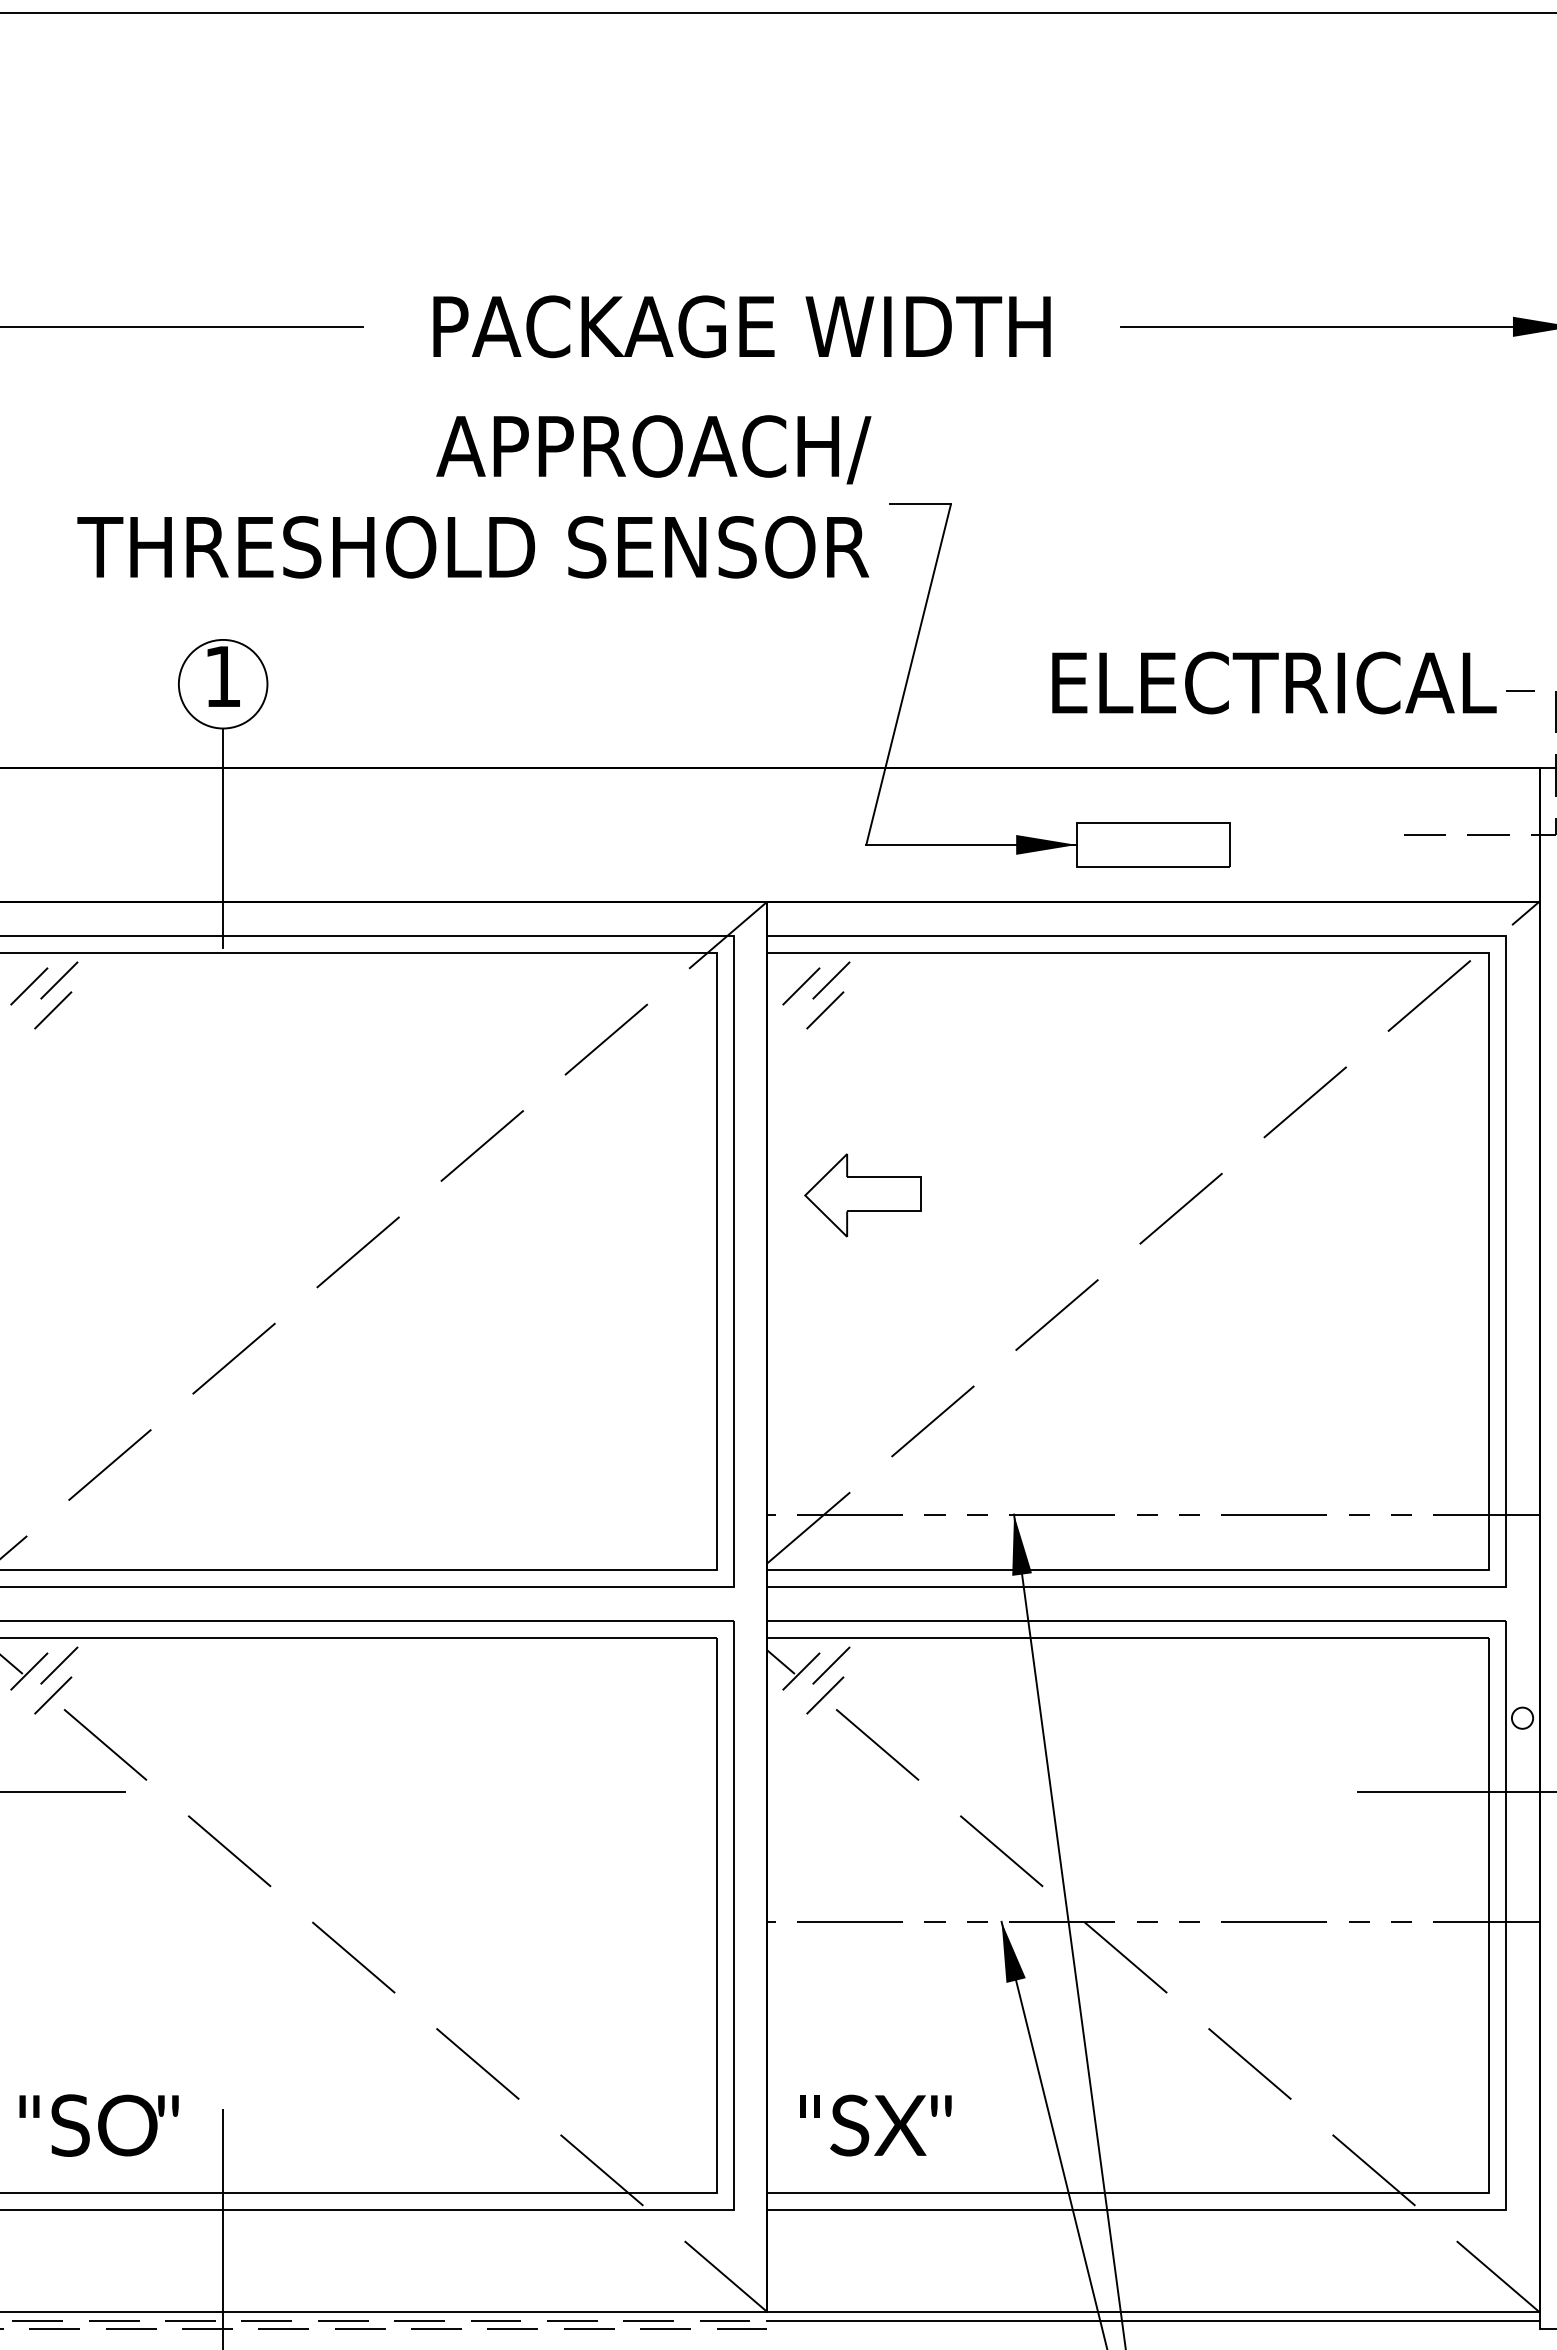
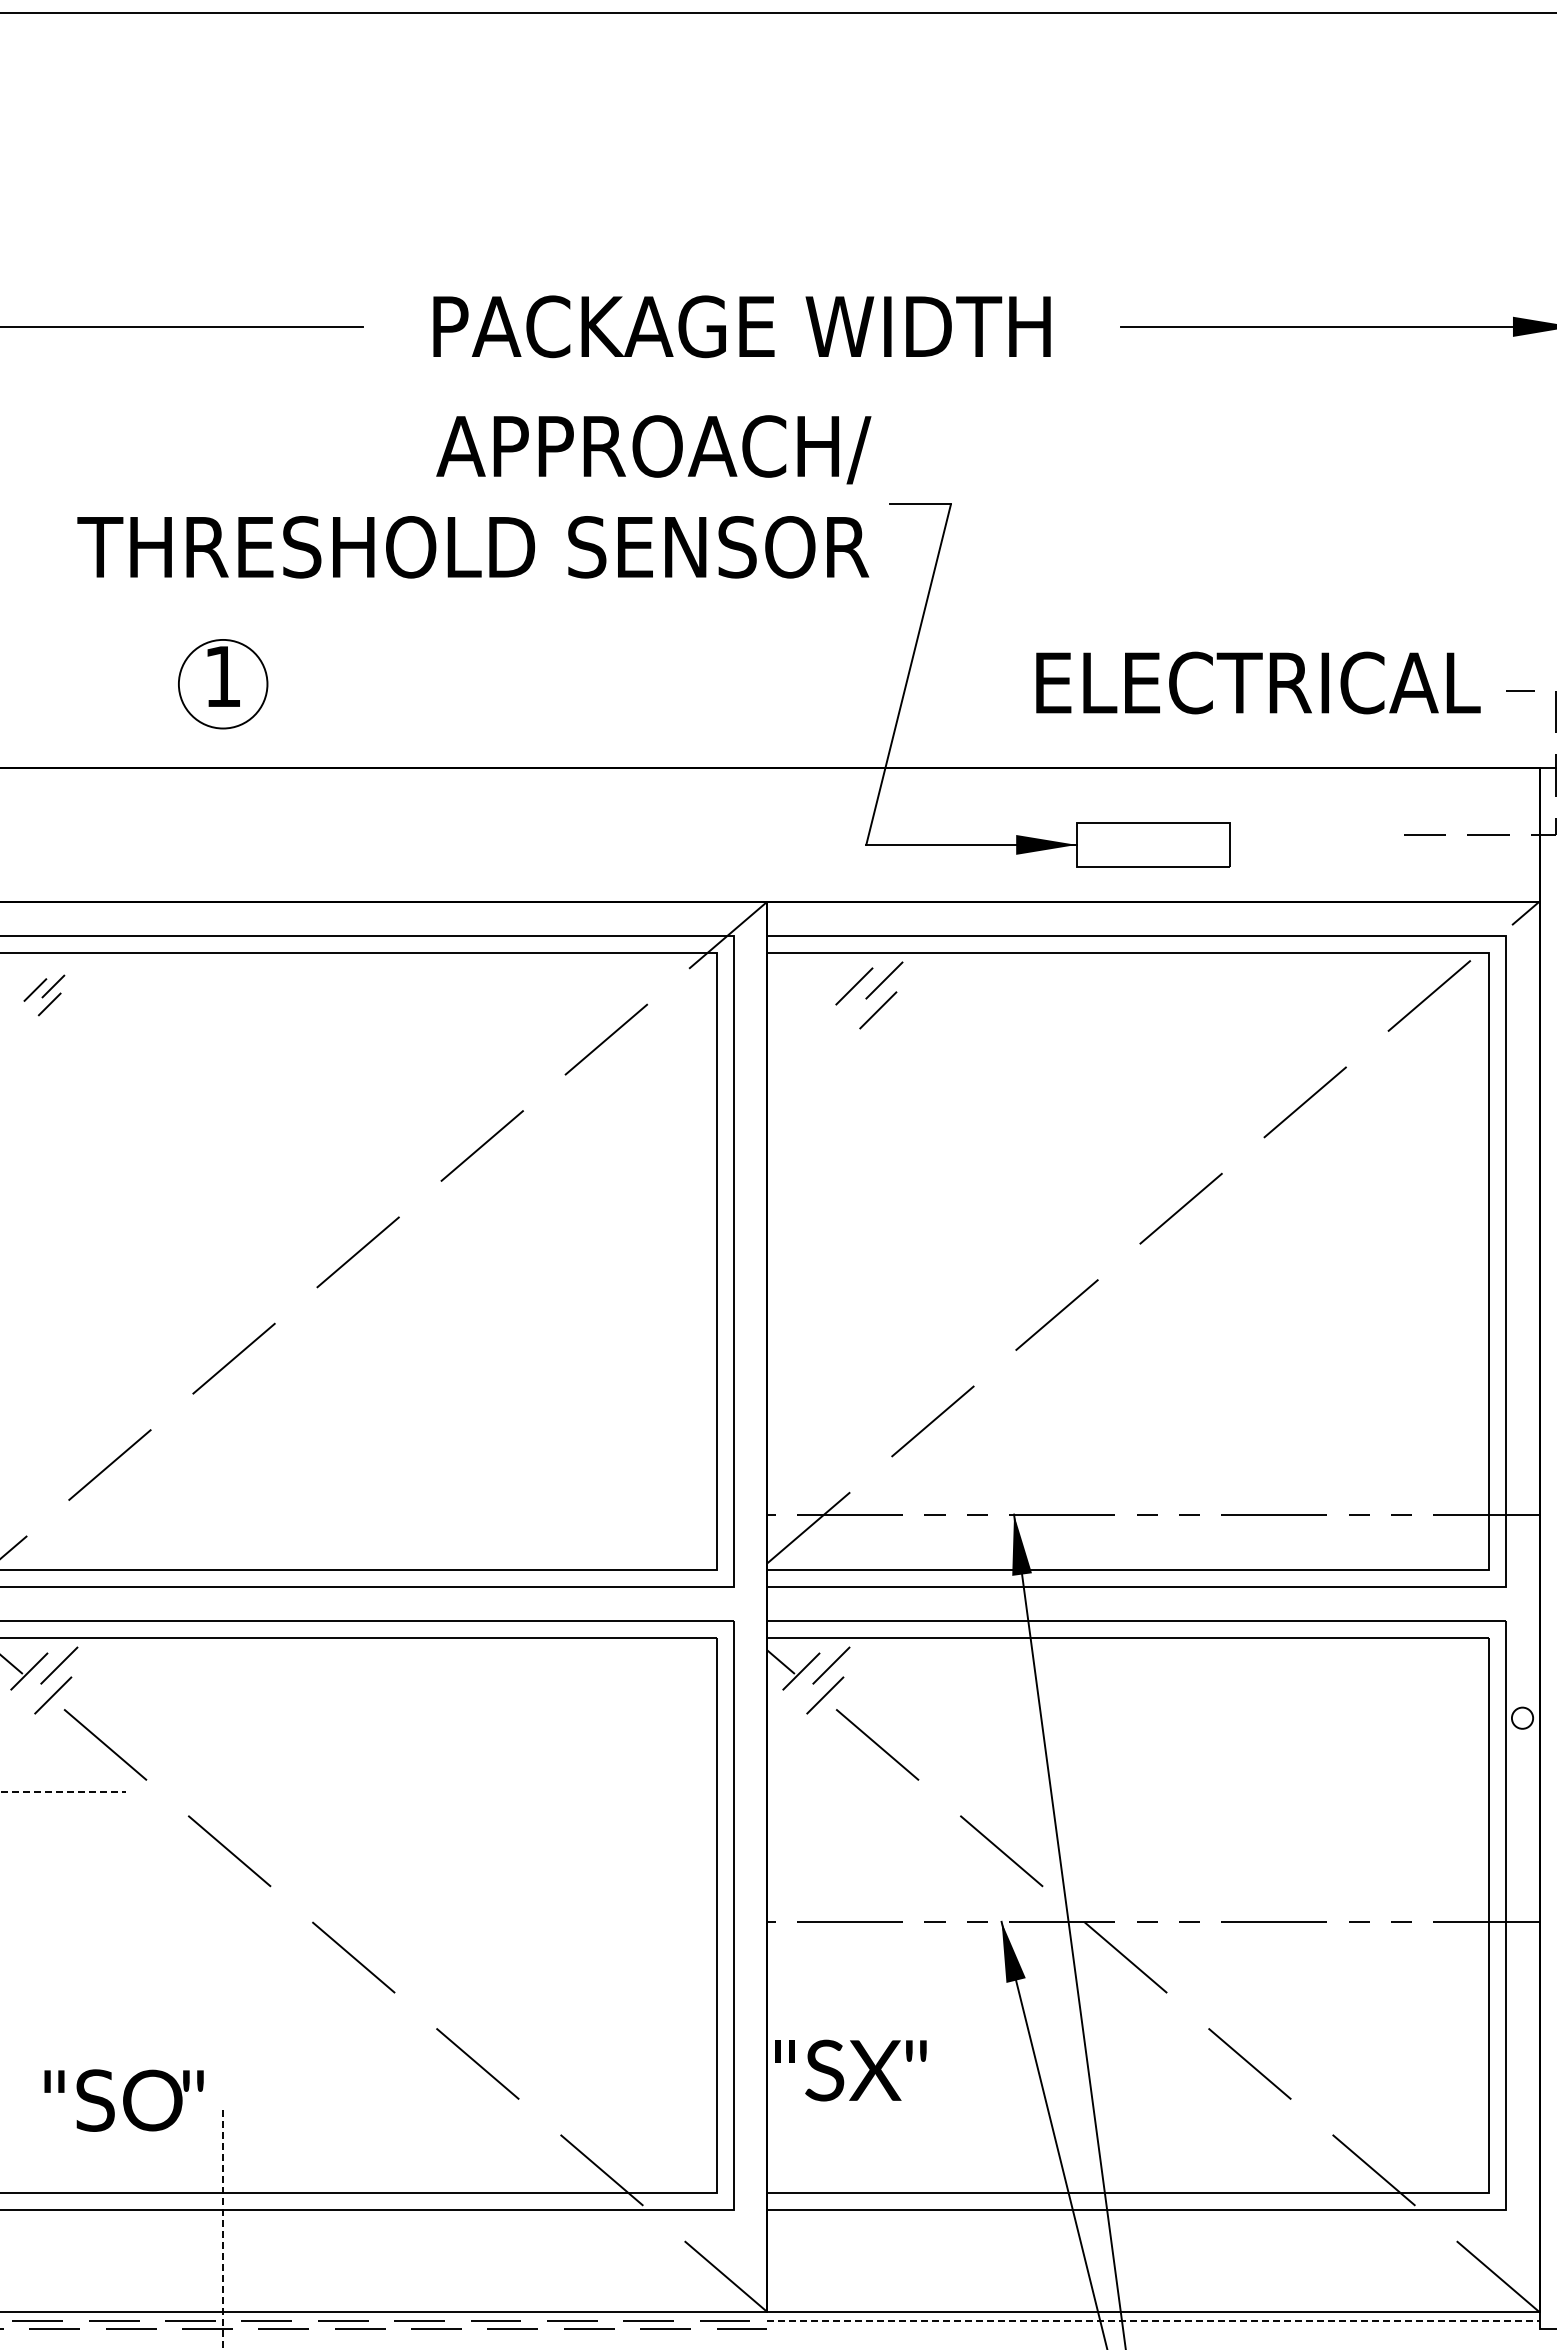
text at (1274, 682) position: (1274, 682) -> (1258, 682)
line at (223, 838): present -> none
part at (44, 995) size: 69x69 px -> 43x43 px
part at (816, 995) position: (816, 995) -> (869, 995)
part at (862, 1195): present -> none
line at (63, 1792): solid -> dashed
line at (1455, 1792): present -> none
text at (98, 2125) position: (98, 2125) -> (123, 2100)
text at (875, 2125) position: (875, 2125) -> (850, 2070)
line at (223, 2229): solid -> dashed
line at (1153, 2320): solid -> dashed
